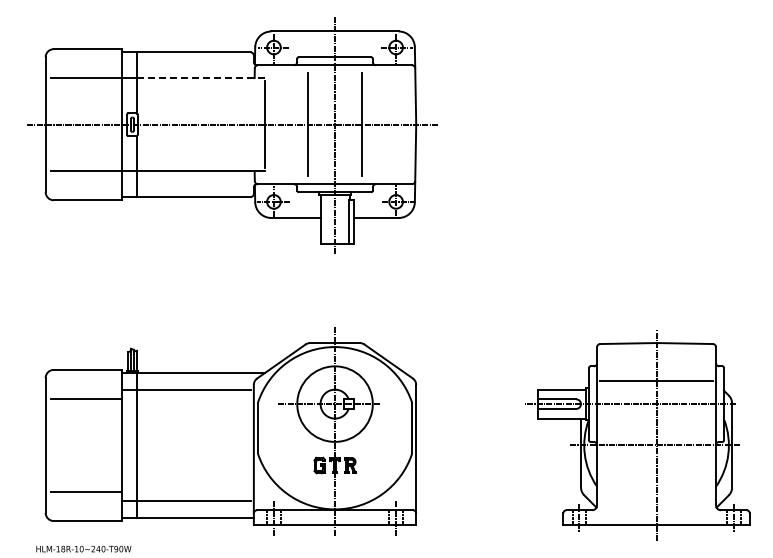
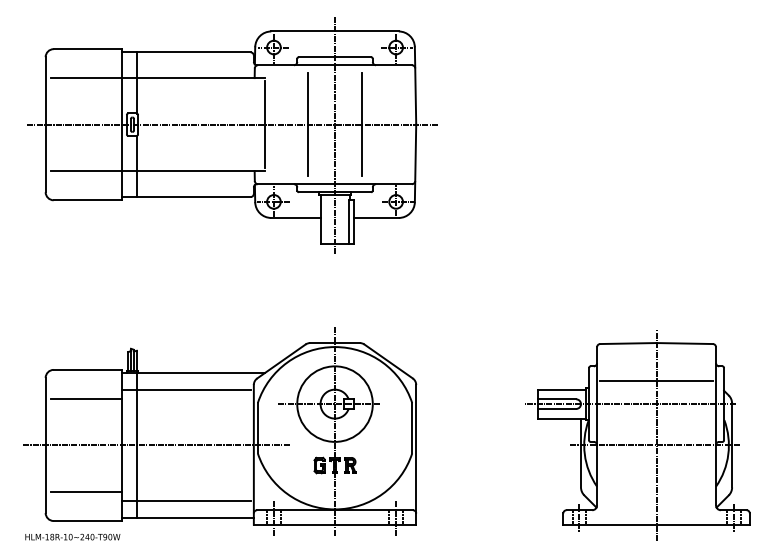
line at (201, 78): dashed -> solid
line at (157, 445): none -> present
text at (83, 548) position: (83, 548) -> (72, 536)
